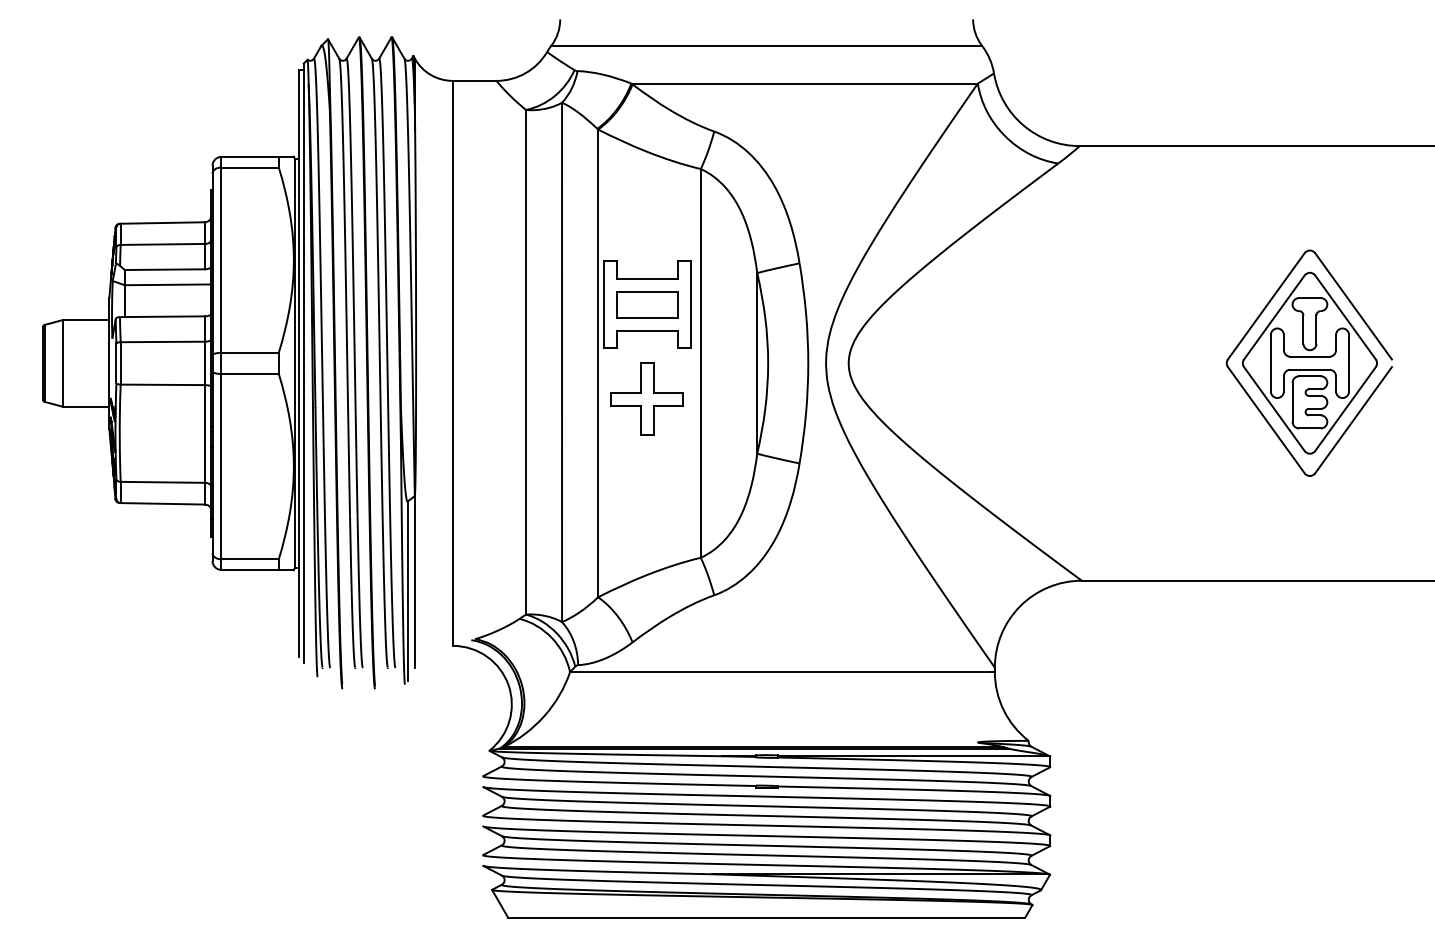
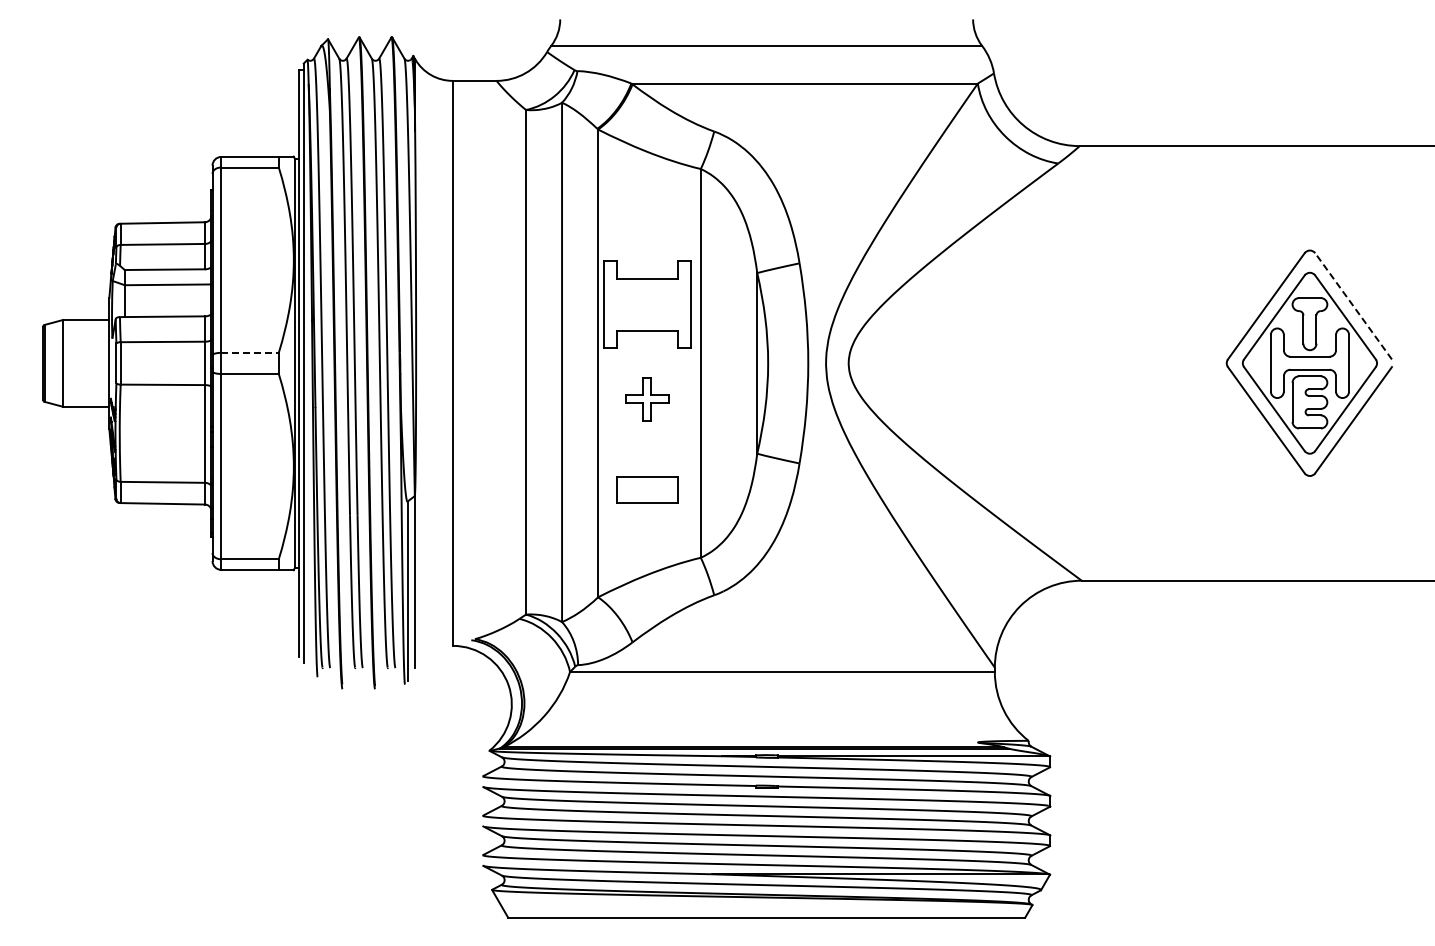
part at (647, 304) position: (647, 304) -> (647, 489)
line at (1353, 306): solid -> dashed
line at (250, 352): solid -> dashed
part at (646, 398) size: 74x74 px -> 45x45 px
